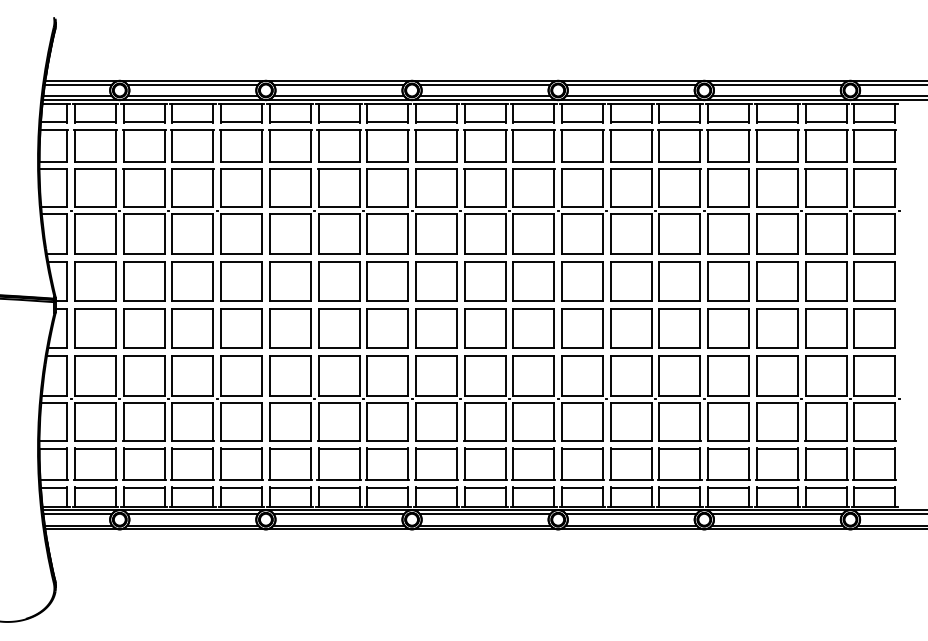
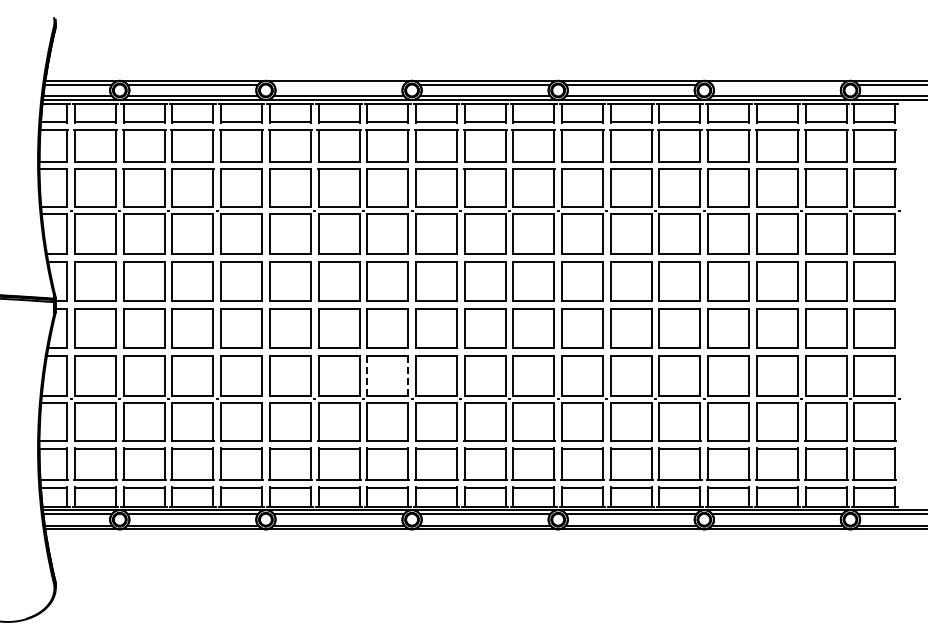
line at (338, 84): present -> none
line at (777, 84): present -> none
line at (367, 375): solid -> dashed
line at (408, 375): solid -> dashed
